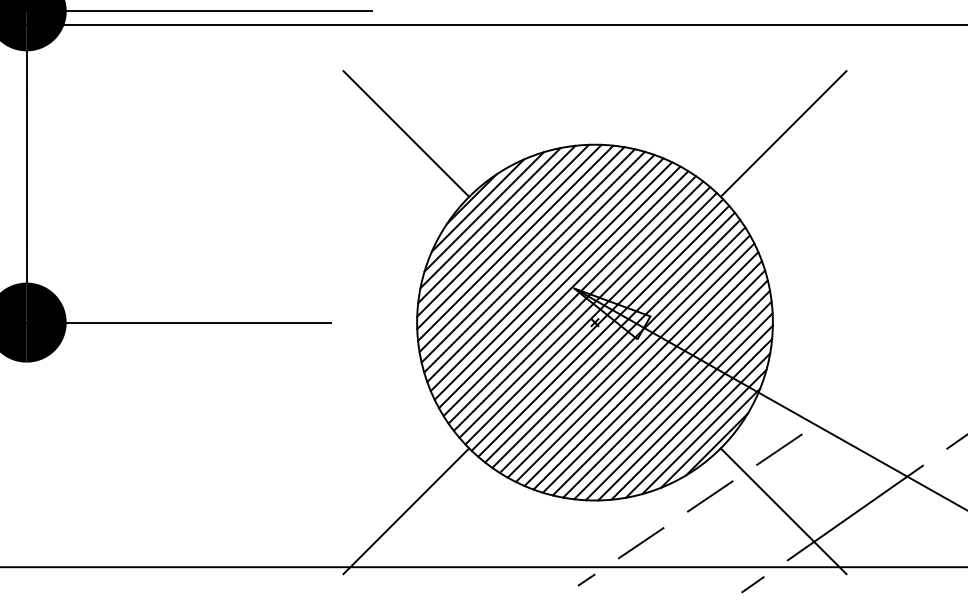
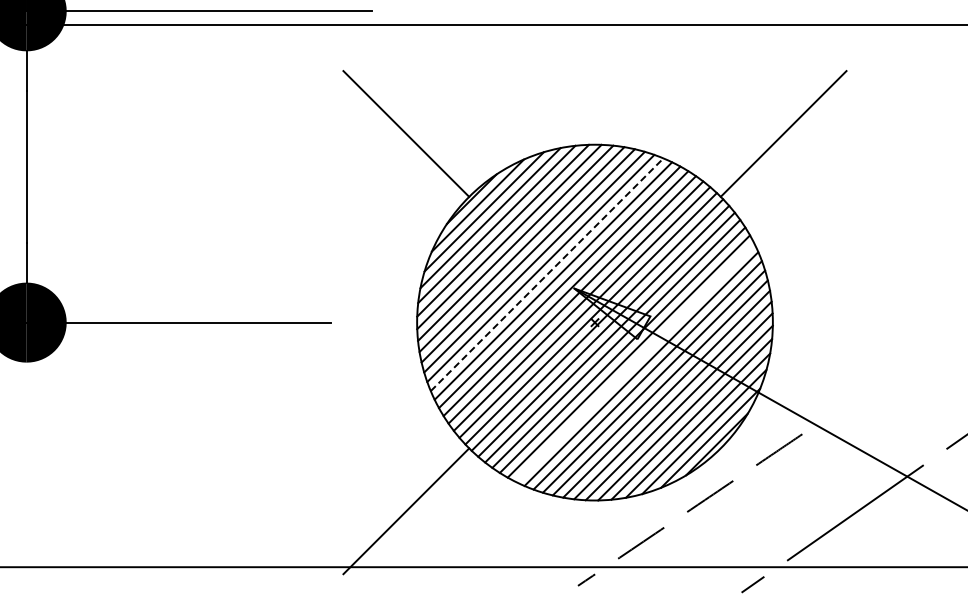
line at (547, 274): solid -> dashed
line at (634, 362): present -> none
line at (783, 511): present -> none
